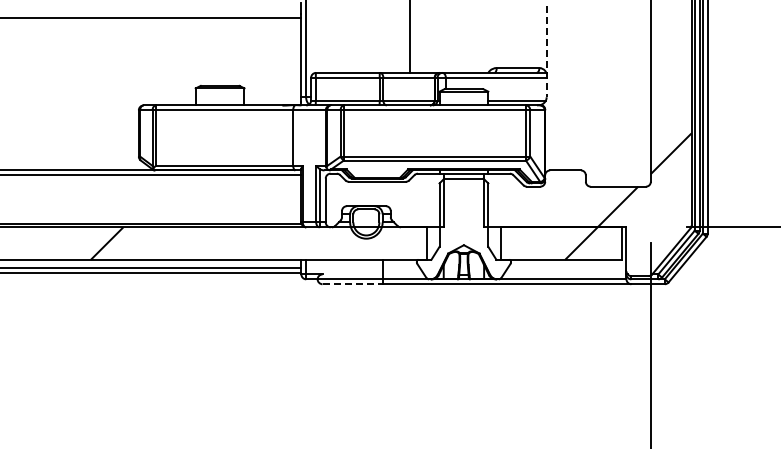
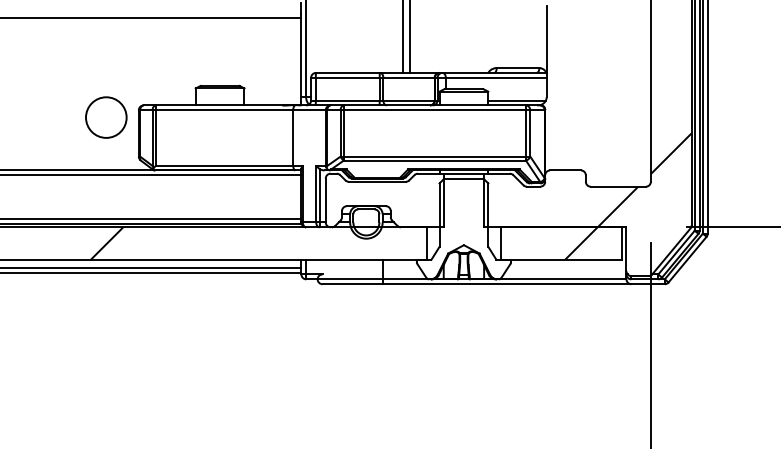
line at (403, 37): none -> present
line at (546, 52): dashed -> solid
circle at (106, 117): none -> present
line at (151, 219): none -> present
line at (353, 284): dashed -> solid
